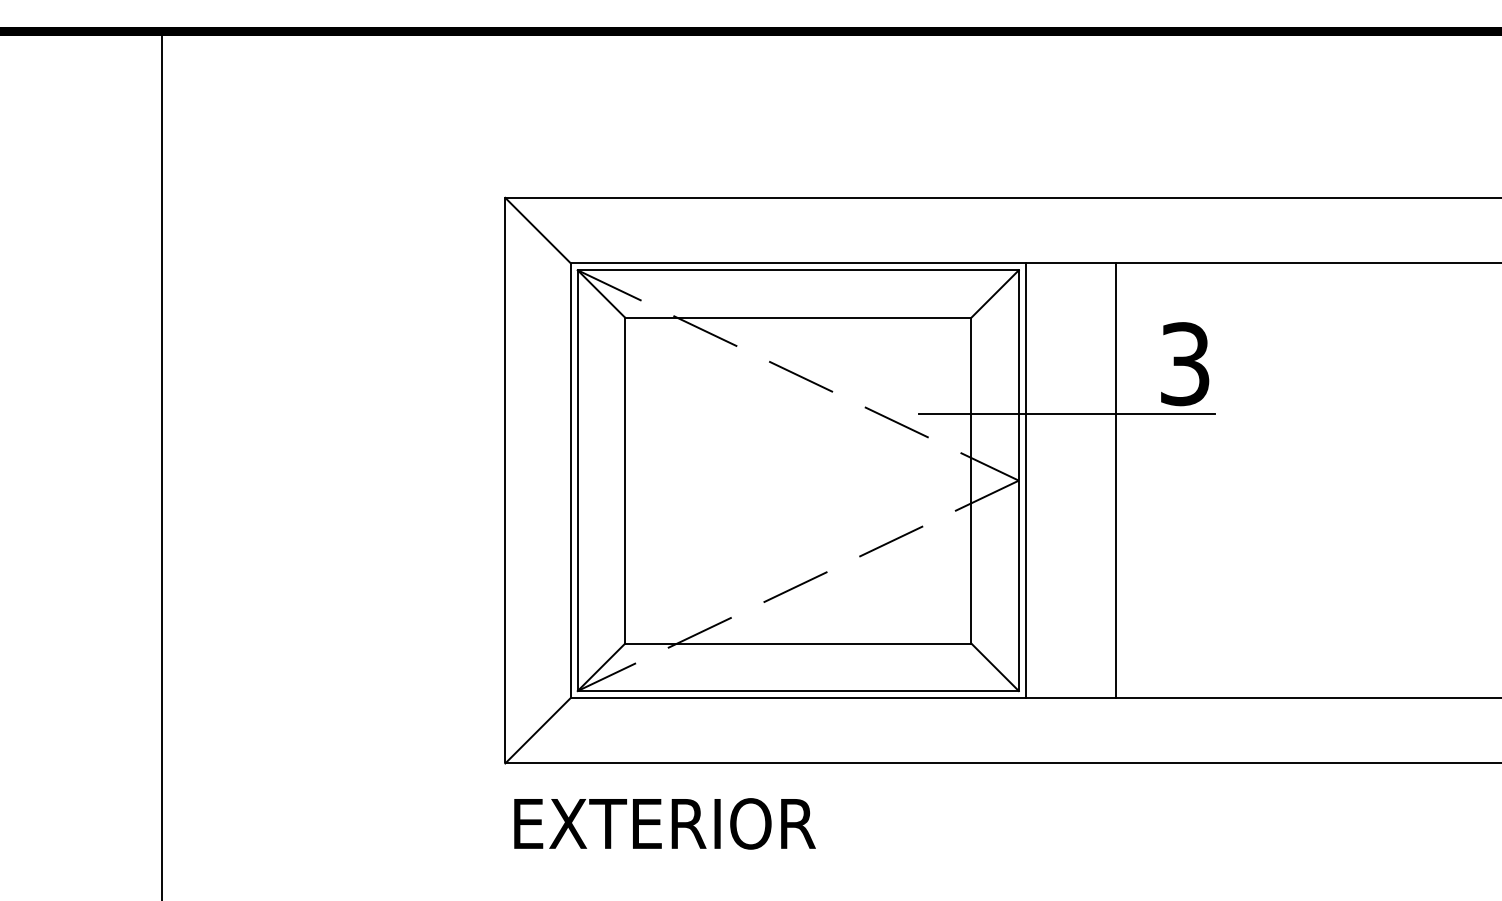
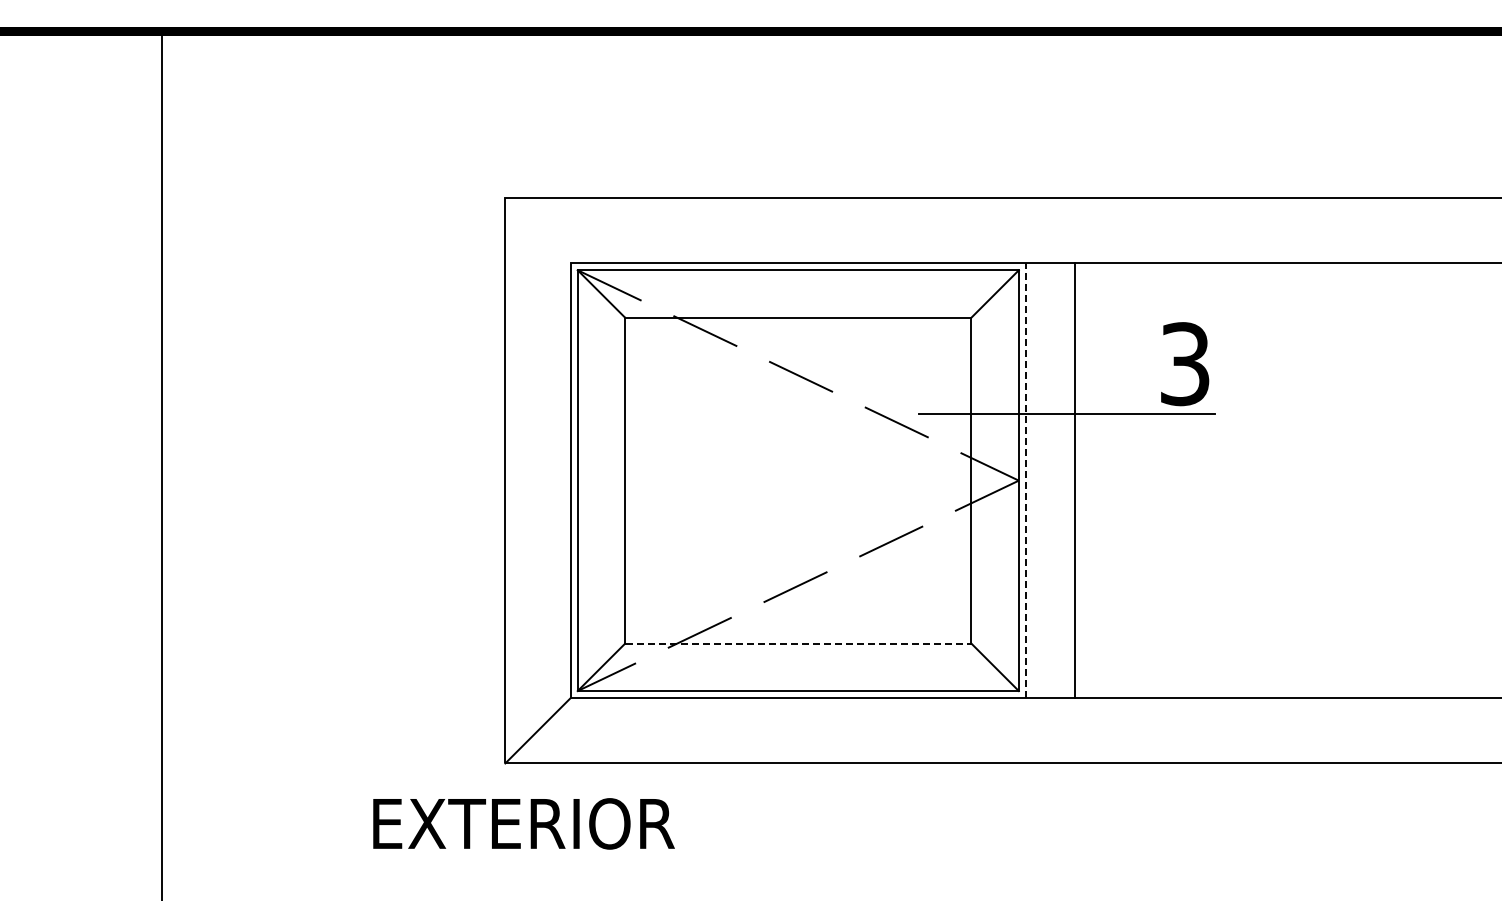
line at (537, 230): present -> none
line at (1025, 480): solid -> dashed
line at (1116, 480) position: (1116, 480) -> (1075, 480)
line at (798, 643): solid -> dashed
text at (664, 823) position: (664, 823) -> (523, 823)
